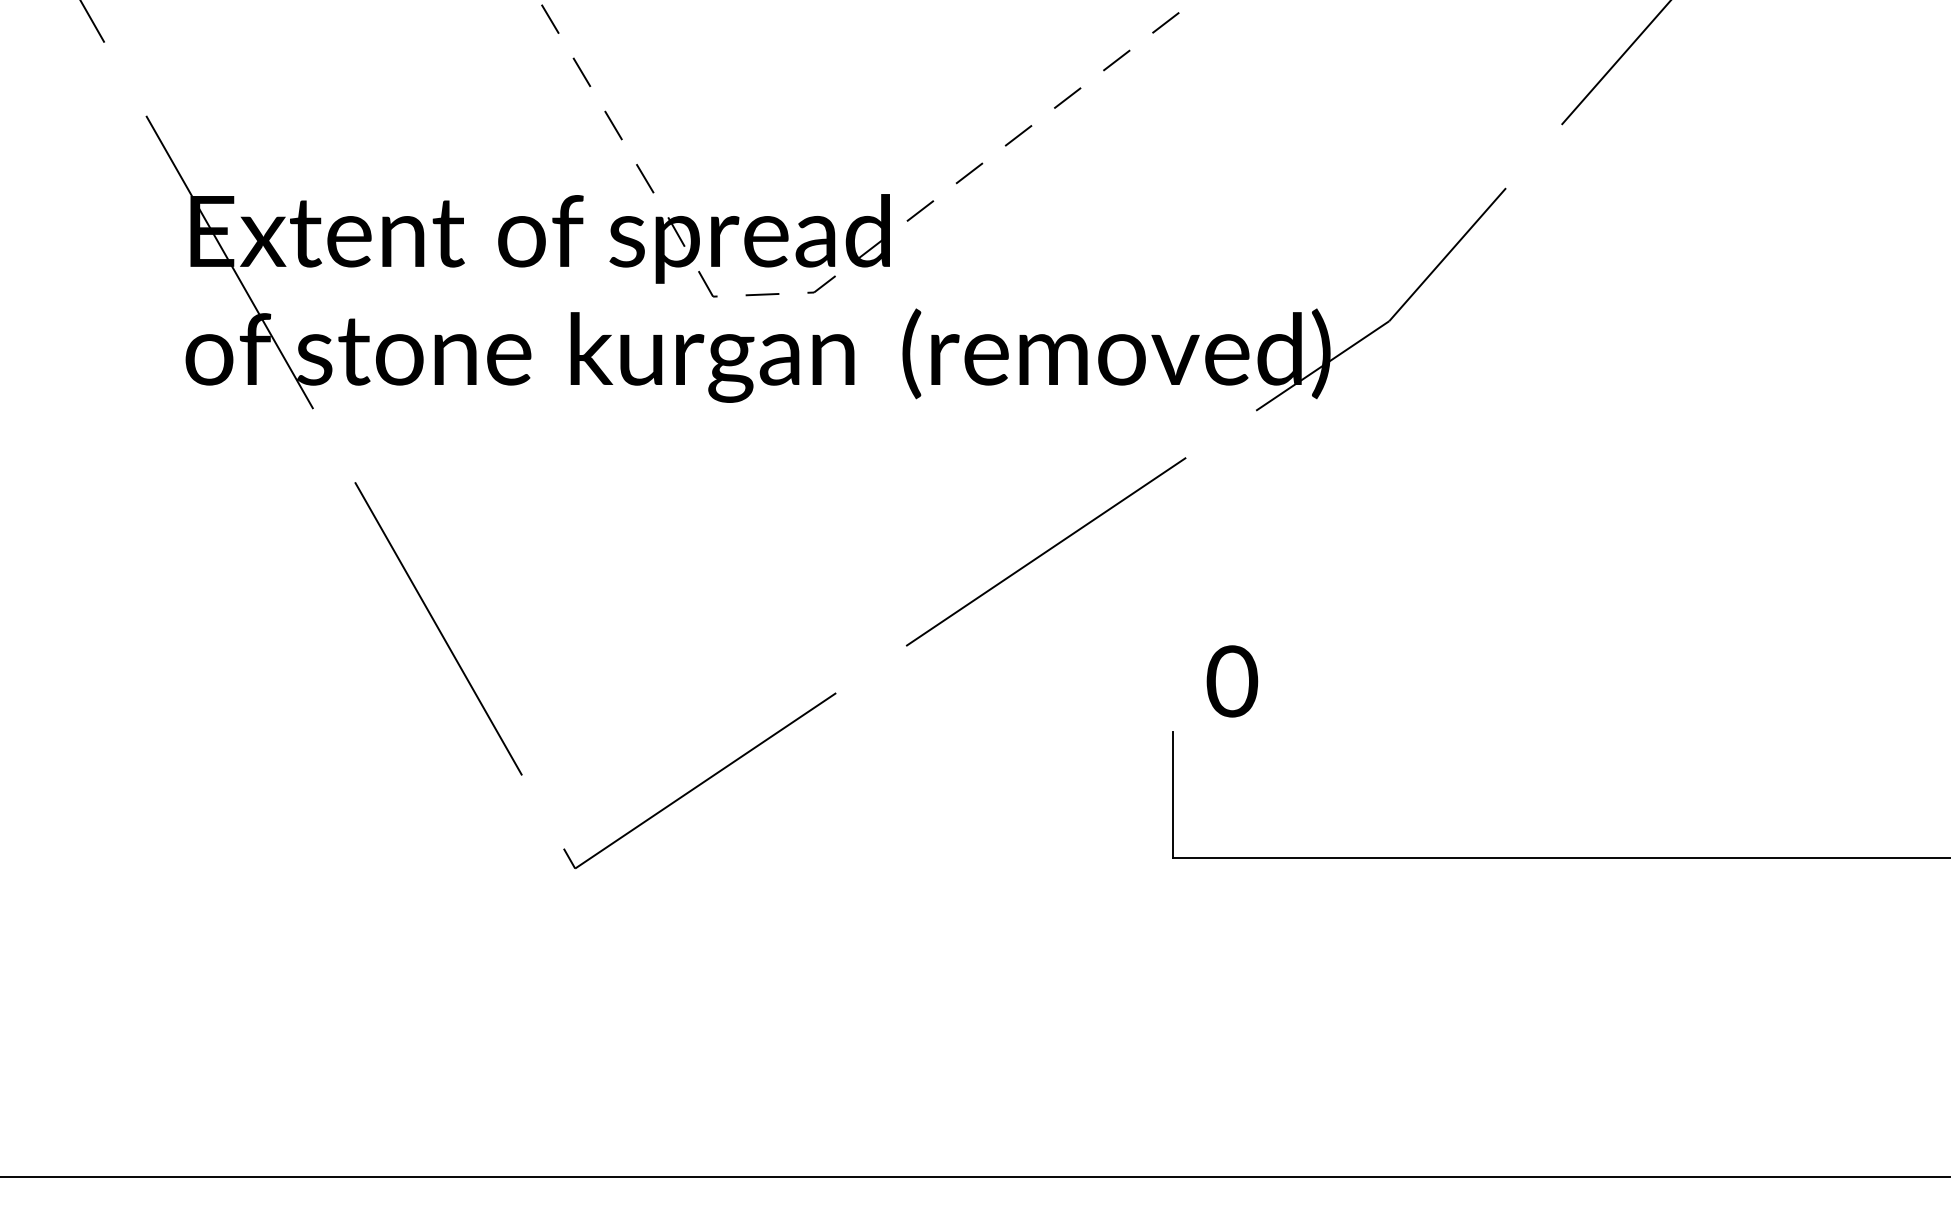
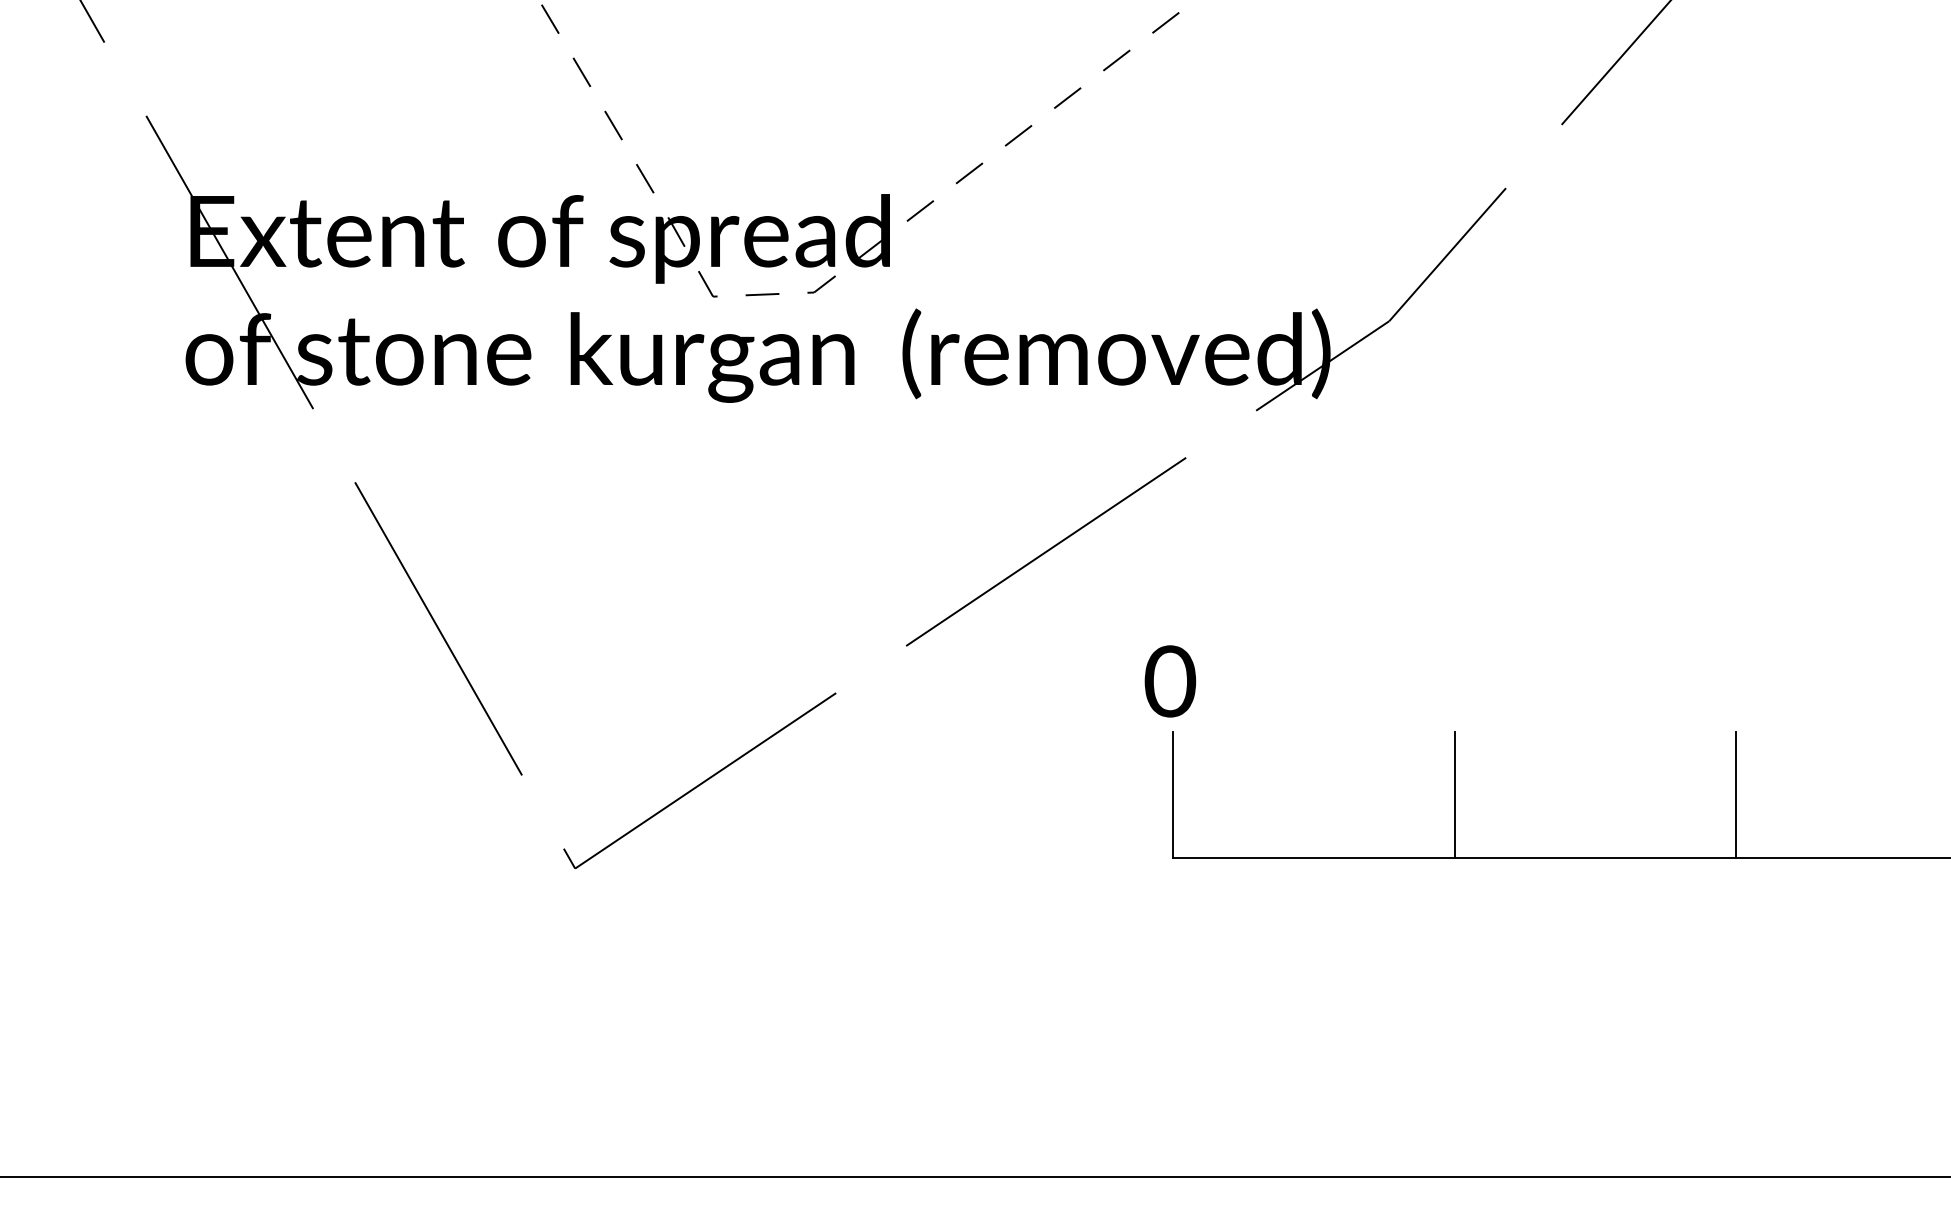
text at (1232, 681) position: (1232, 681) -> (1170, 681)
line at (1454, 794): none -> present
line at (1735, 794): none -> present
